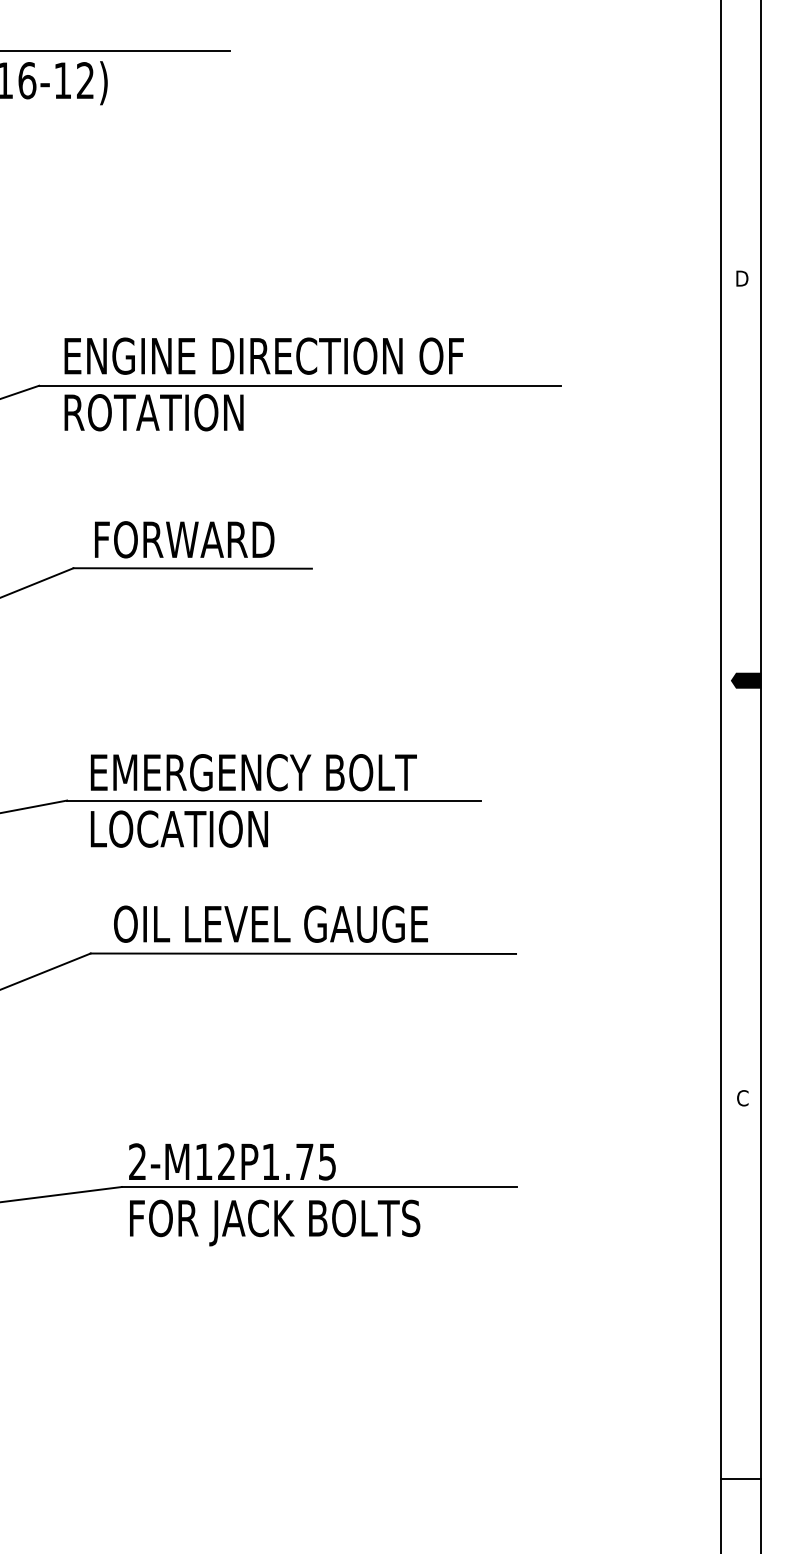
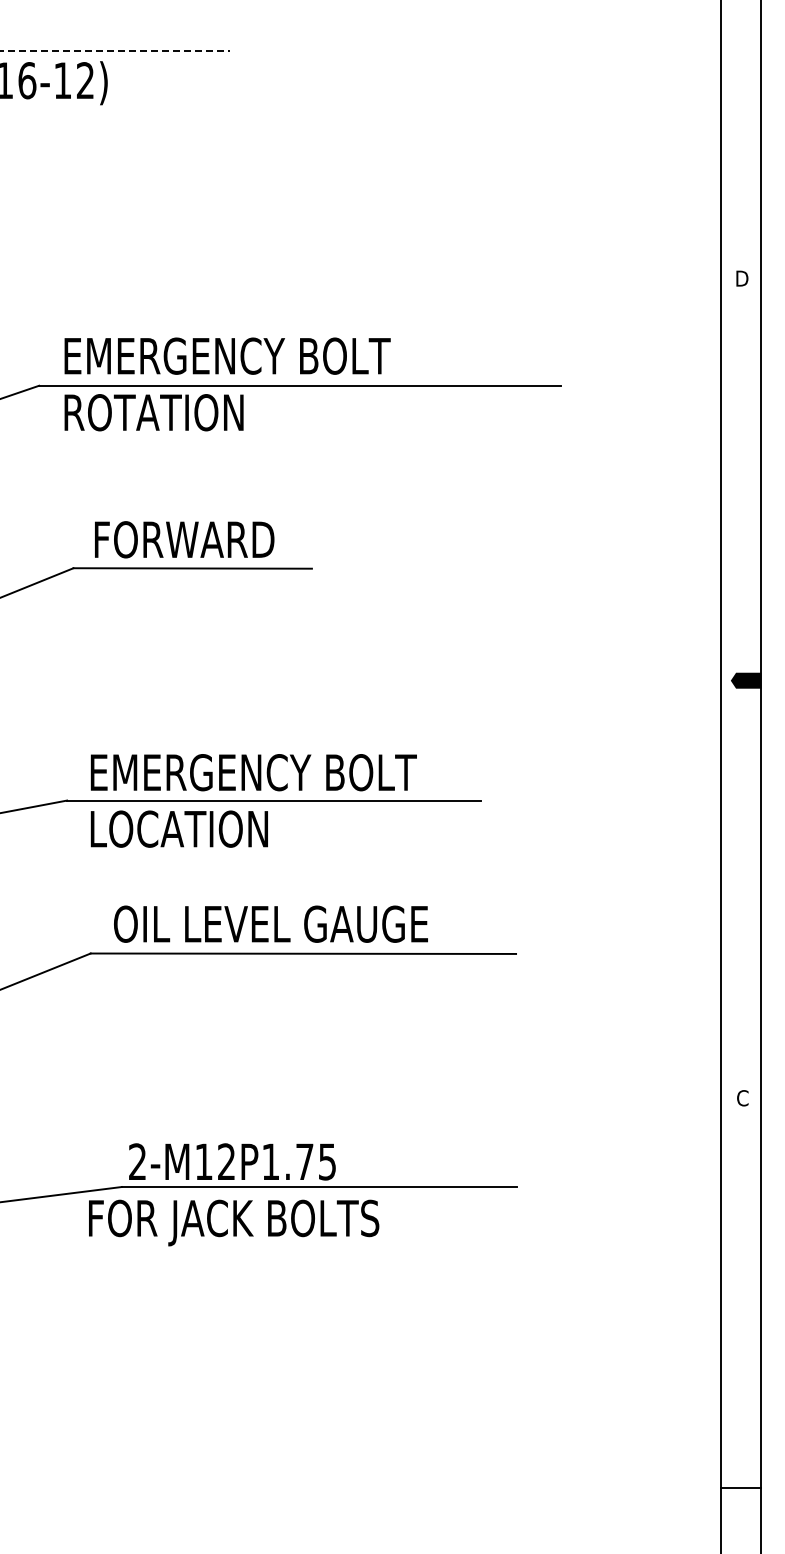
line at (114, 50): solid -> dashed
text at (276, 355): ENGINE DIRECTION OF -> EMERGENCY BOLT
text at (275, 1222) position: (275, 1222) -> (234, 1222)
line at (741, 1478) position: (741, 1478) -> (741, 1487)
